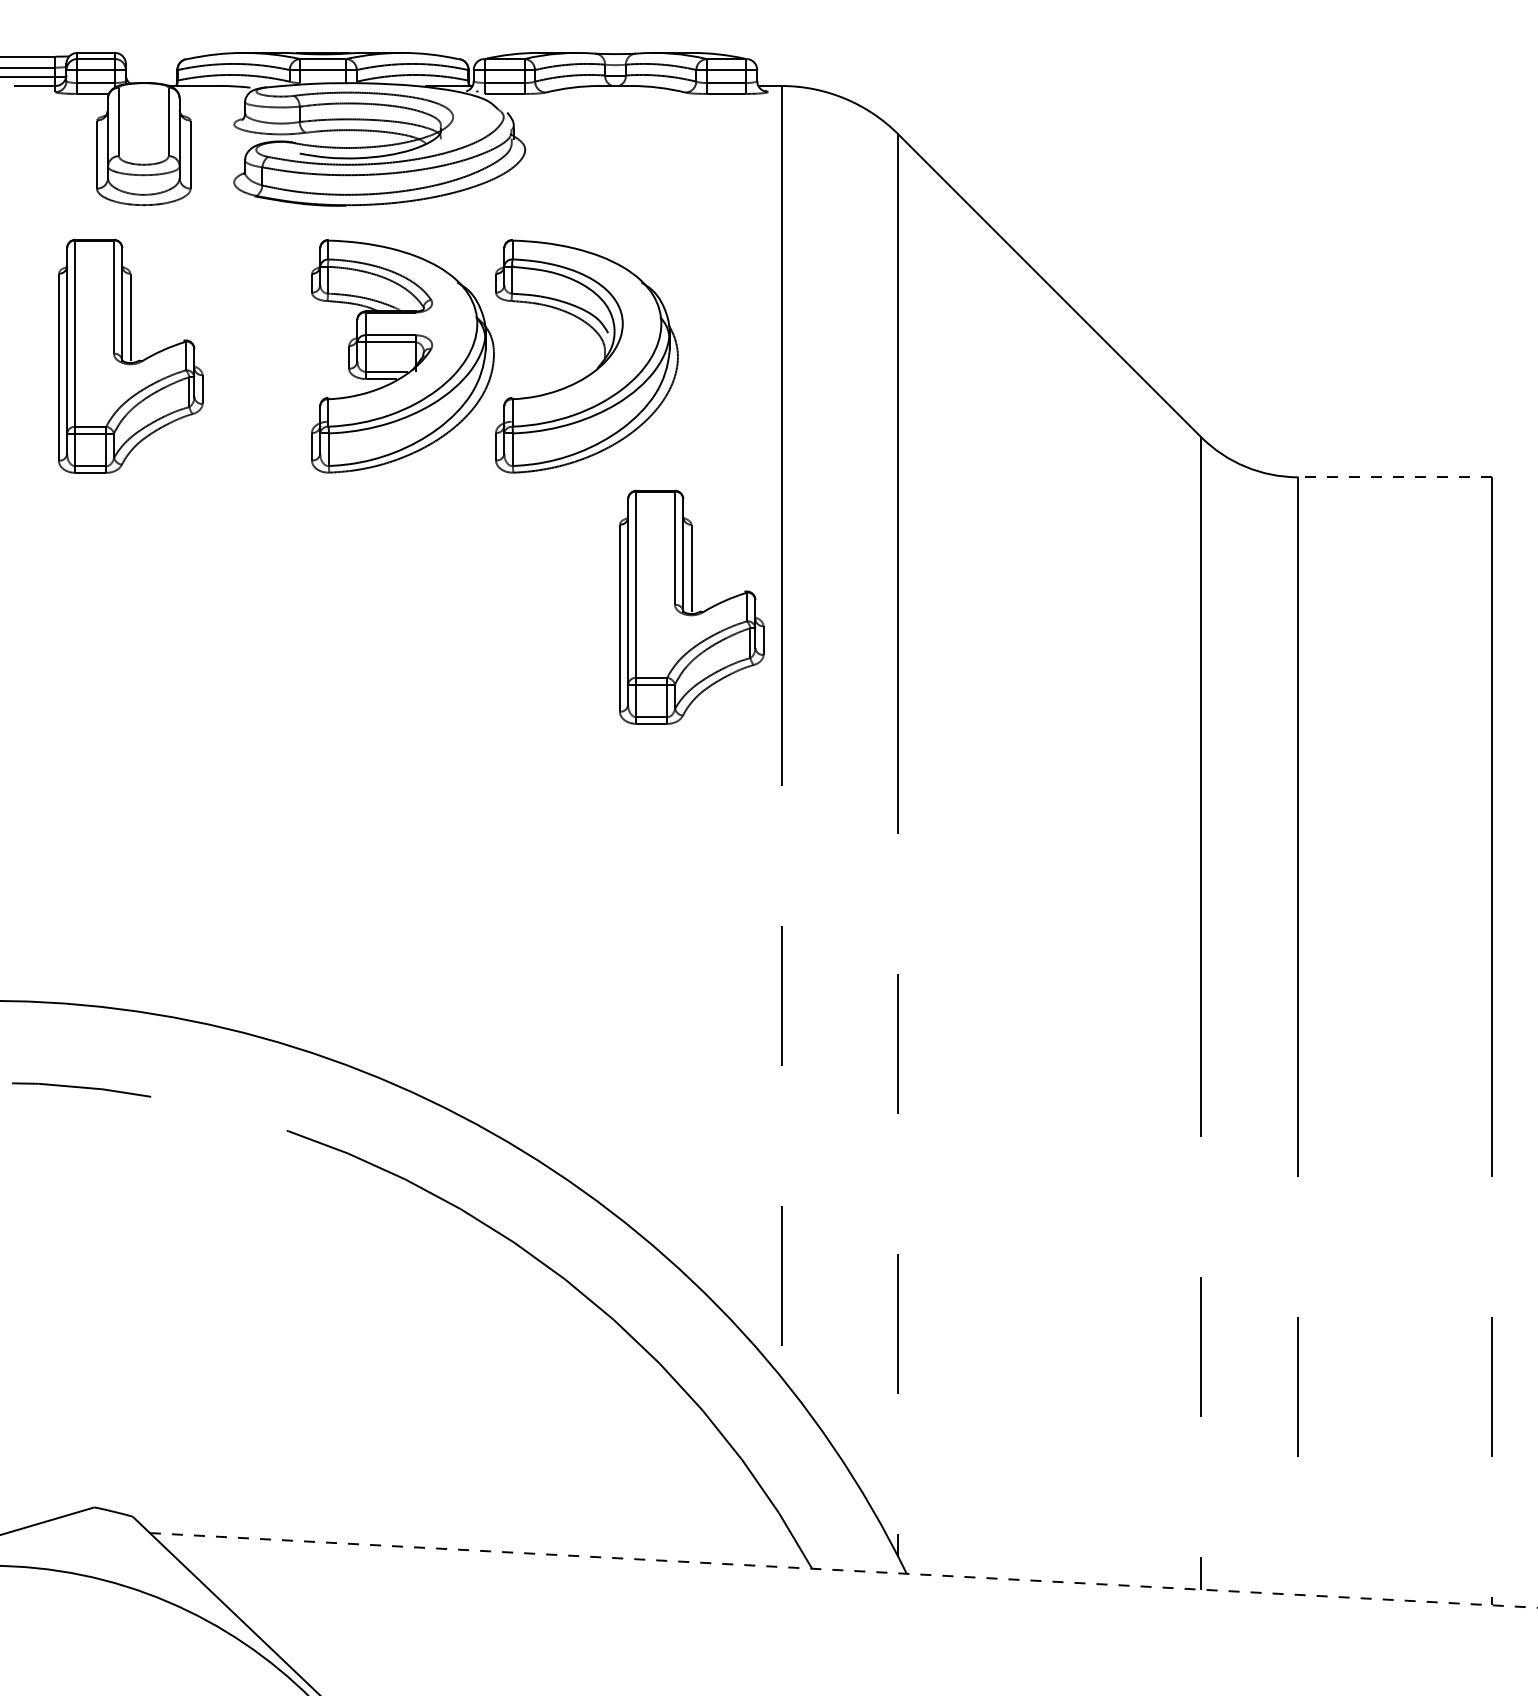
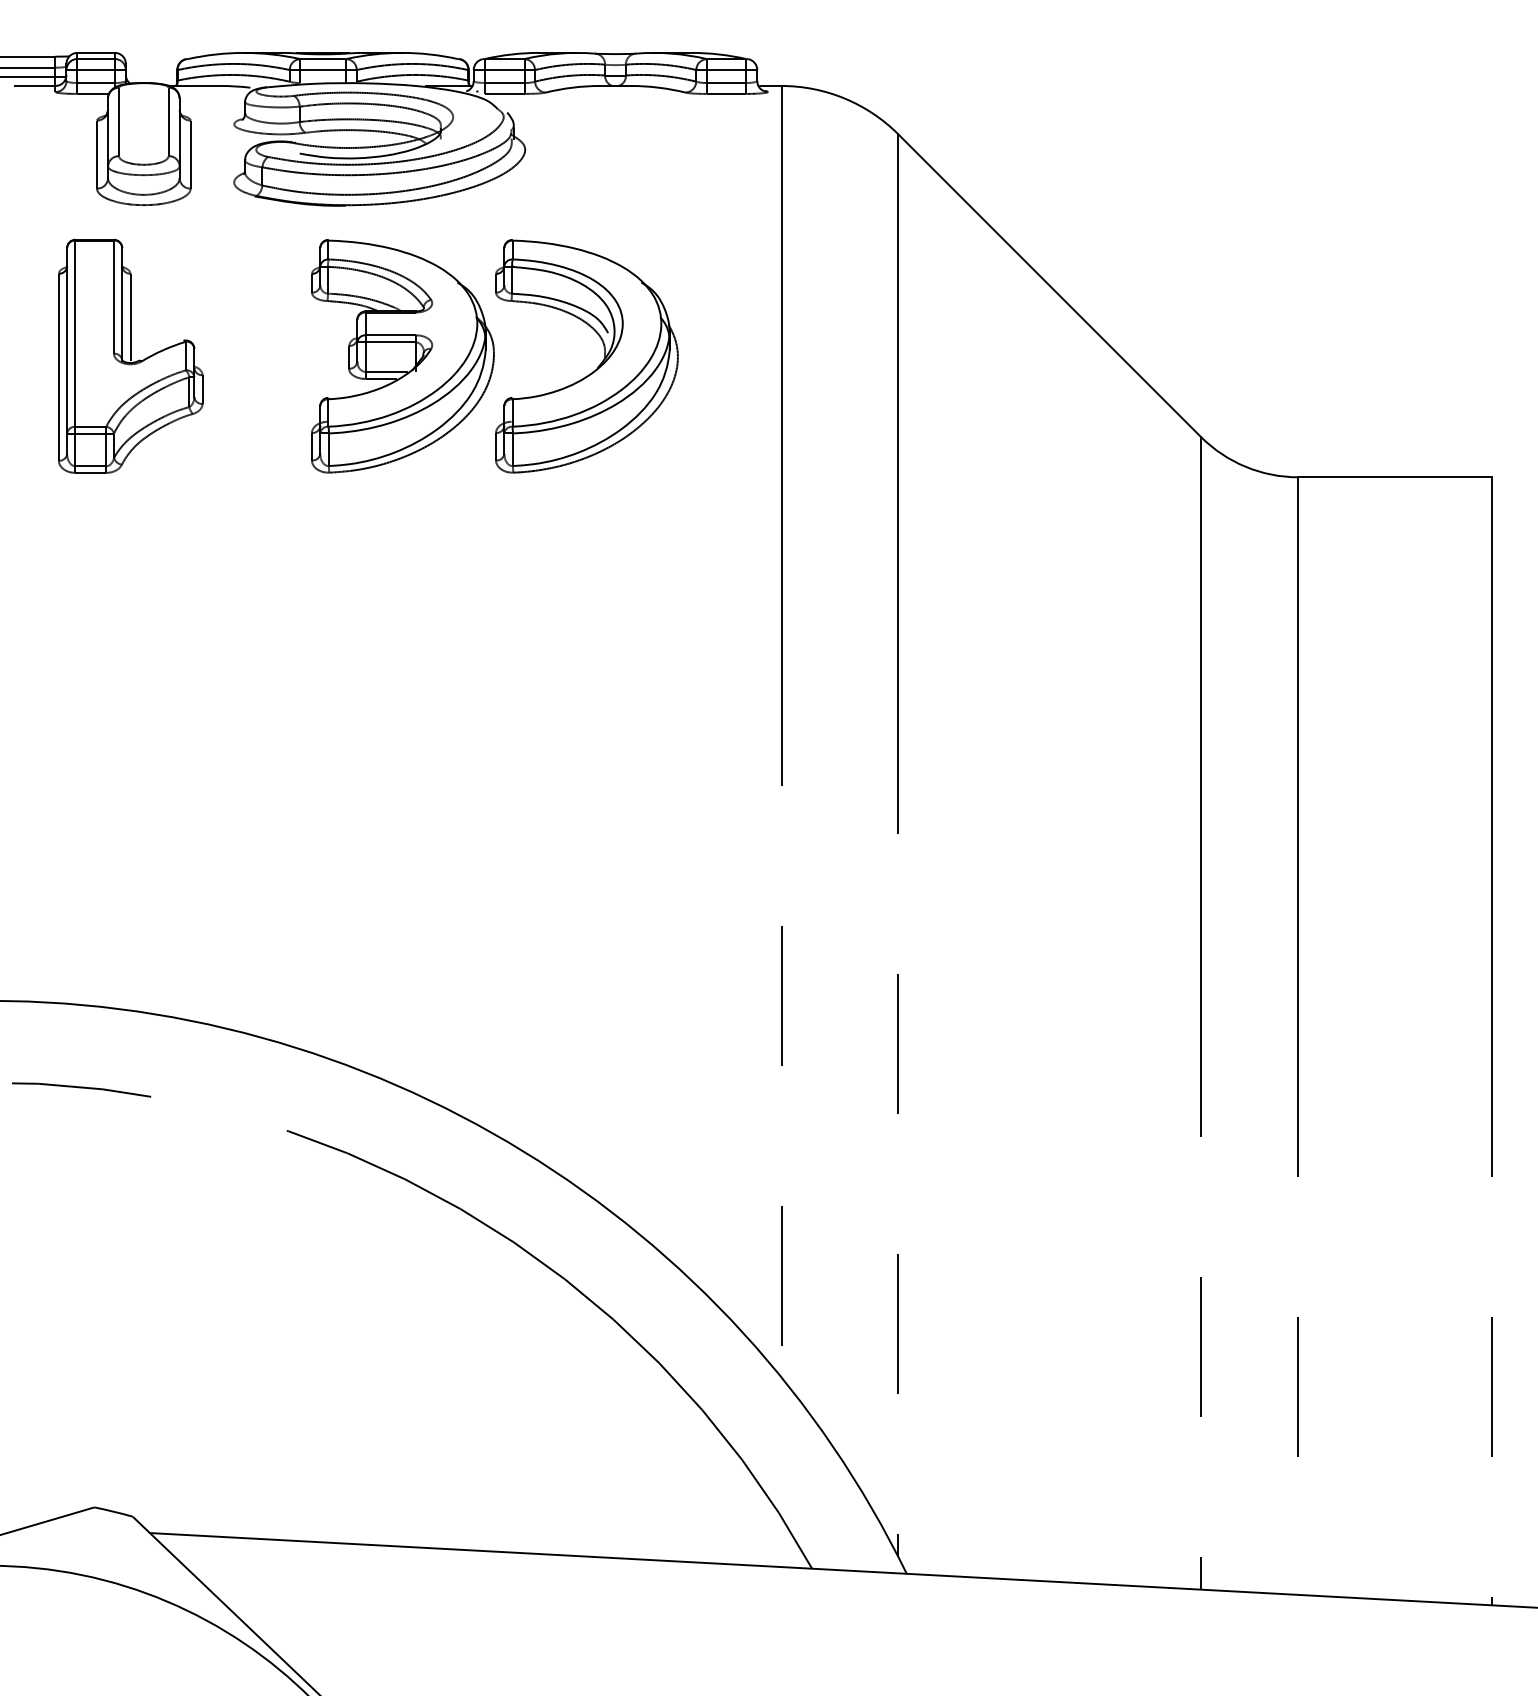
line at (1395, 477): dashed -> solid
part at (691, 606): present -> none
line at (843, 1570): dashed -> solid
